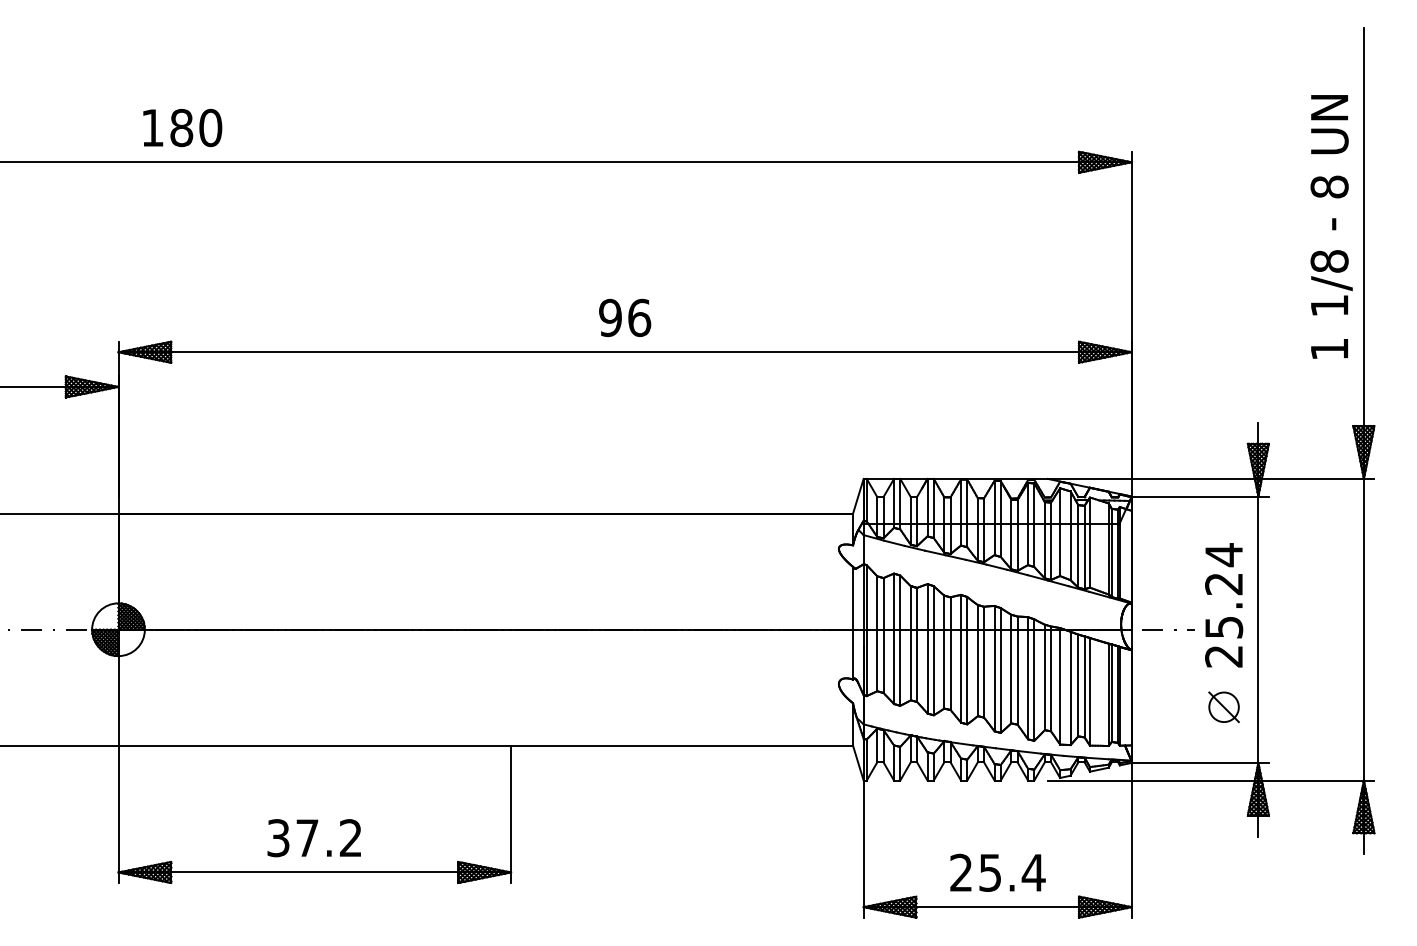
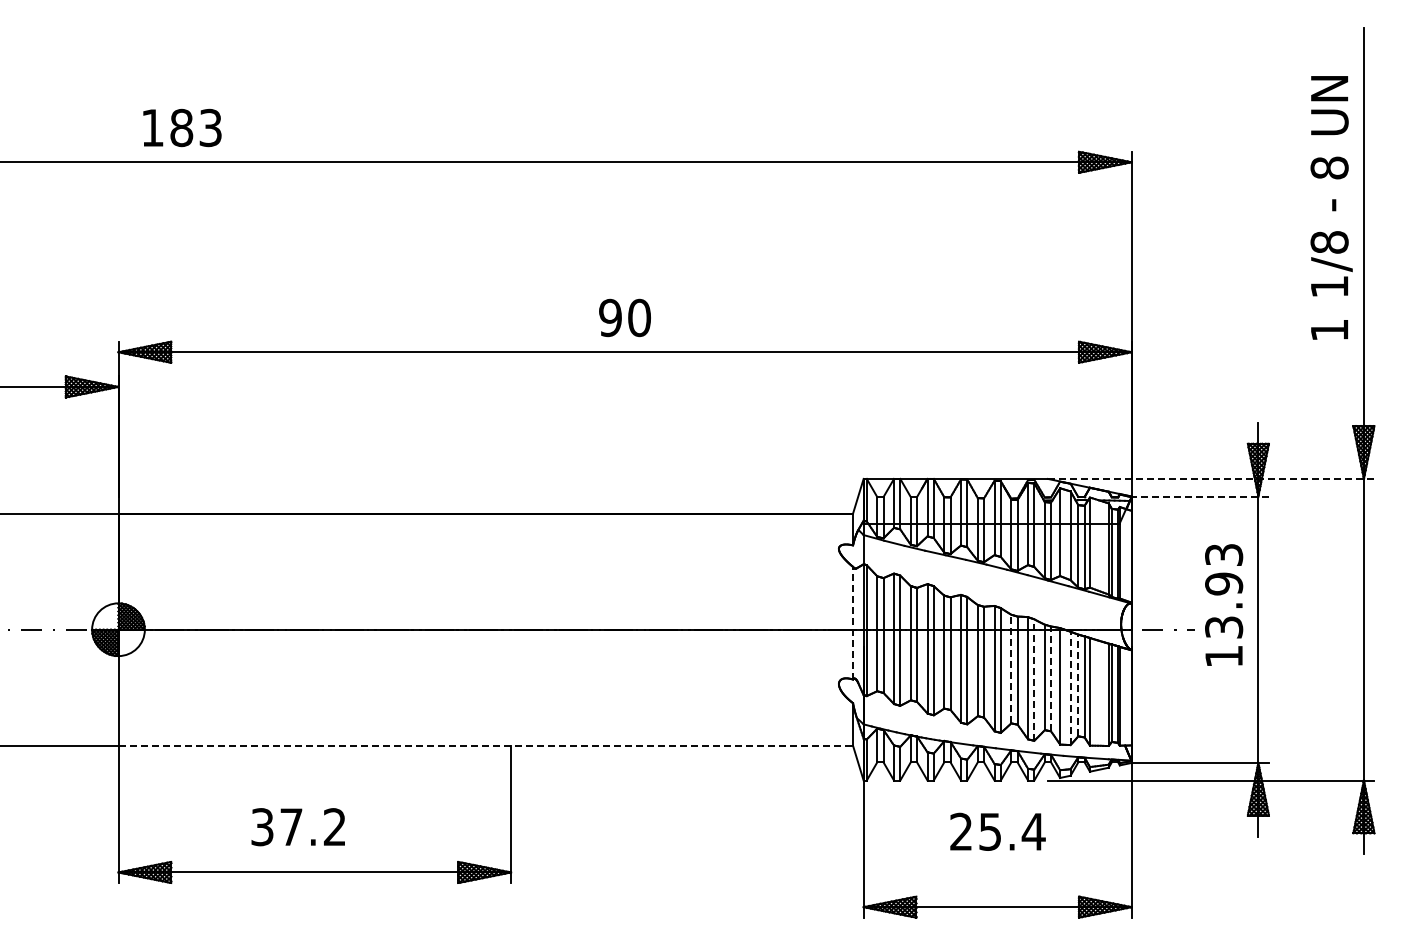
text at (210, 128): 180 -> 183
text at (1331, 226) position: (1331, 226) -> (1331, 207)
text at (639, 317): 96 -> 90
line at (1210, 478): solid -> dashed
line at (1200, 496): solid -> dashed
text at (1224, 605): 25.24 -> 13.93
line at (853, 622): solid -> dashed
line at (1011, 668): solid -> dashed
line at (1051, 678): solid -> dashed
line at (1034, 680): solid -> dashed
line at (1078, 685): solid -> dashed
line at (1070, 688): solid -> dashed
part at (1223, 707): present -> none
line at (486, 745): solid -> dashed
text at (313, 838) position: (313, 838) -> (297, 827)
text at (997, 872) position: (997, 872) -> (997, 831)
